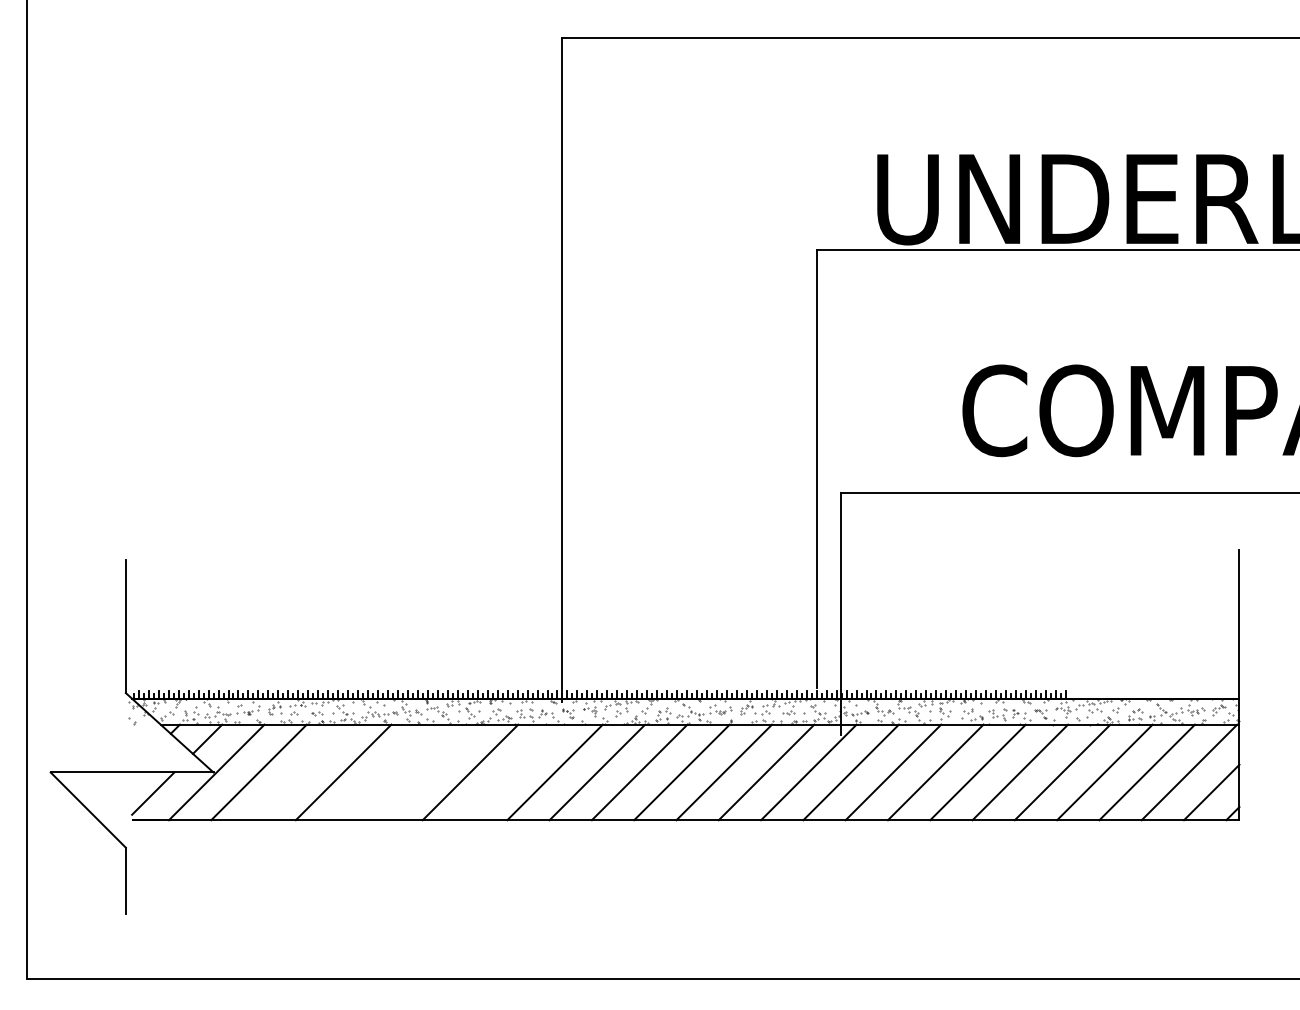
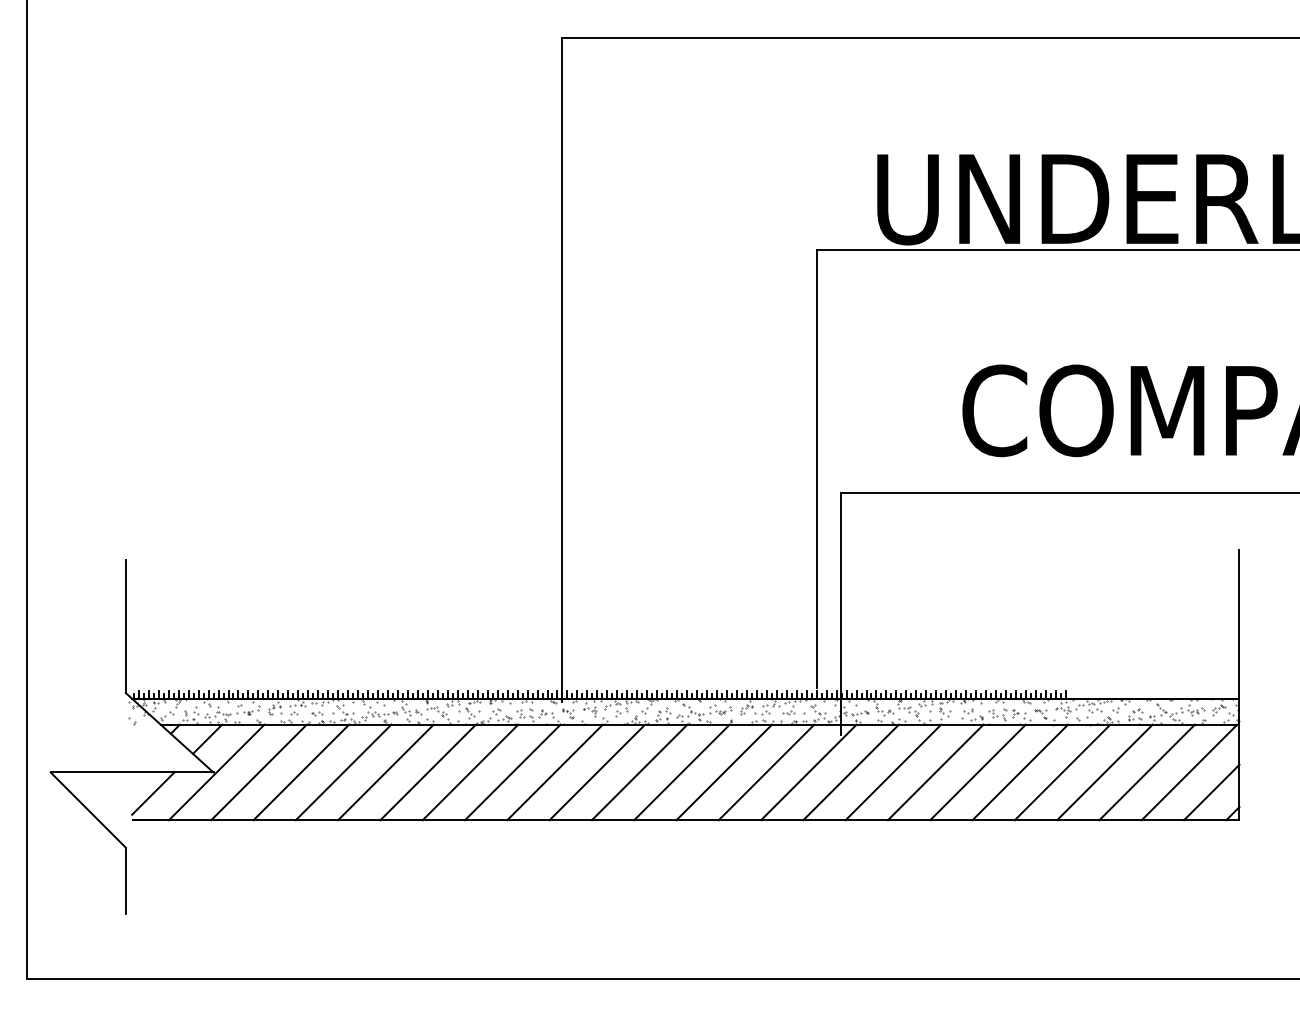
line at (301, 772): none -> present
line at (385, 772): none -> present
line at (427, 772): none -> present
line at (512, 772): none -> present
